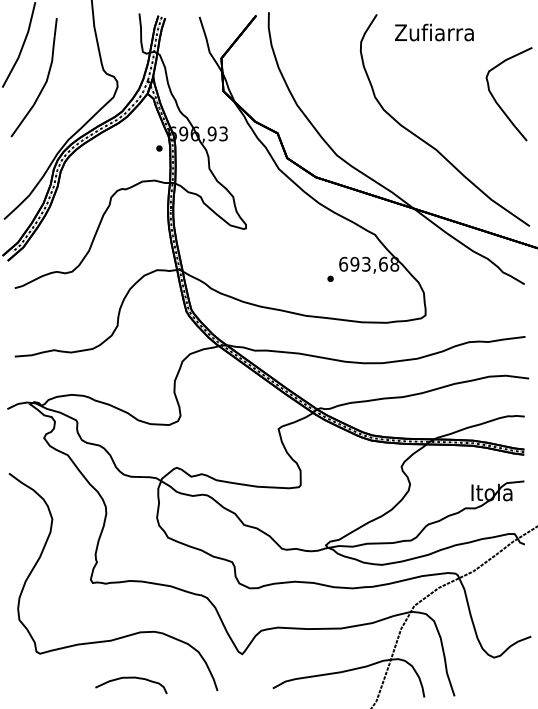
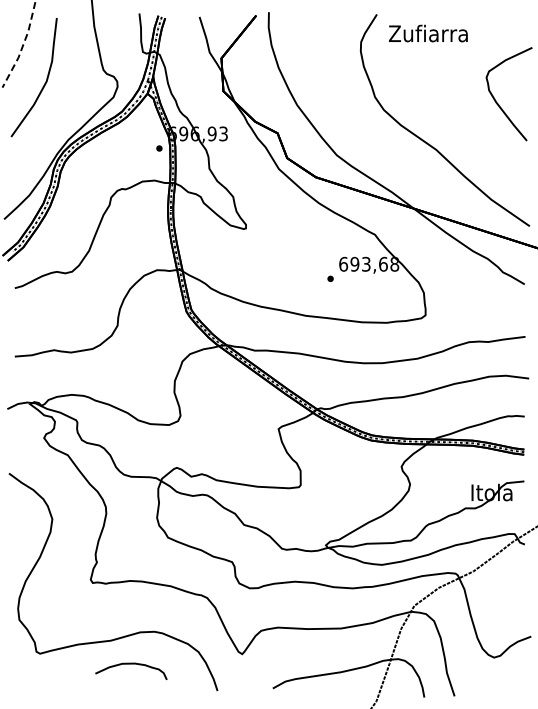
text at (434, 32) position: (434, 32) -> (428, 33)
line at (22, 46): solid -> dashed
curve at (131, 678) position: (131, 678) -> (131, 664)
